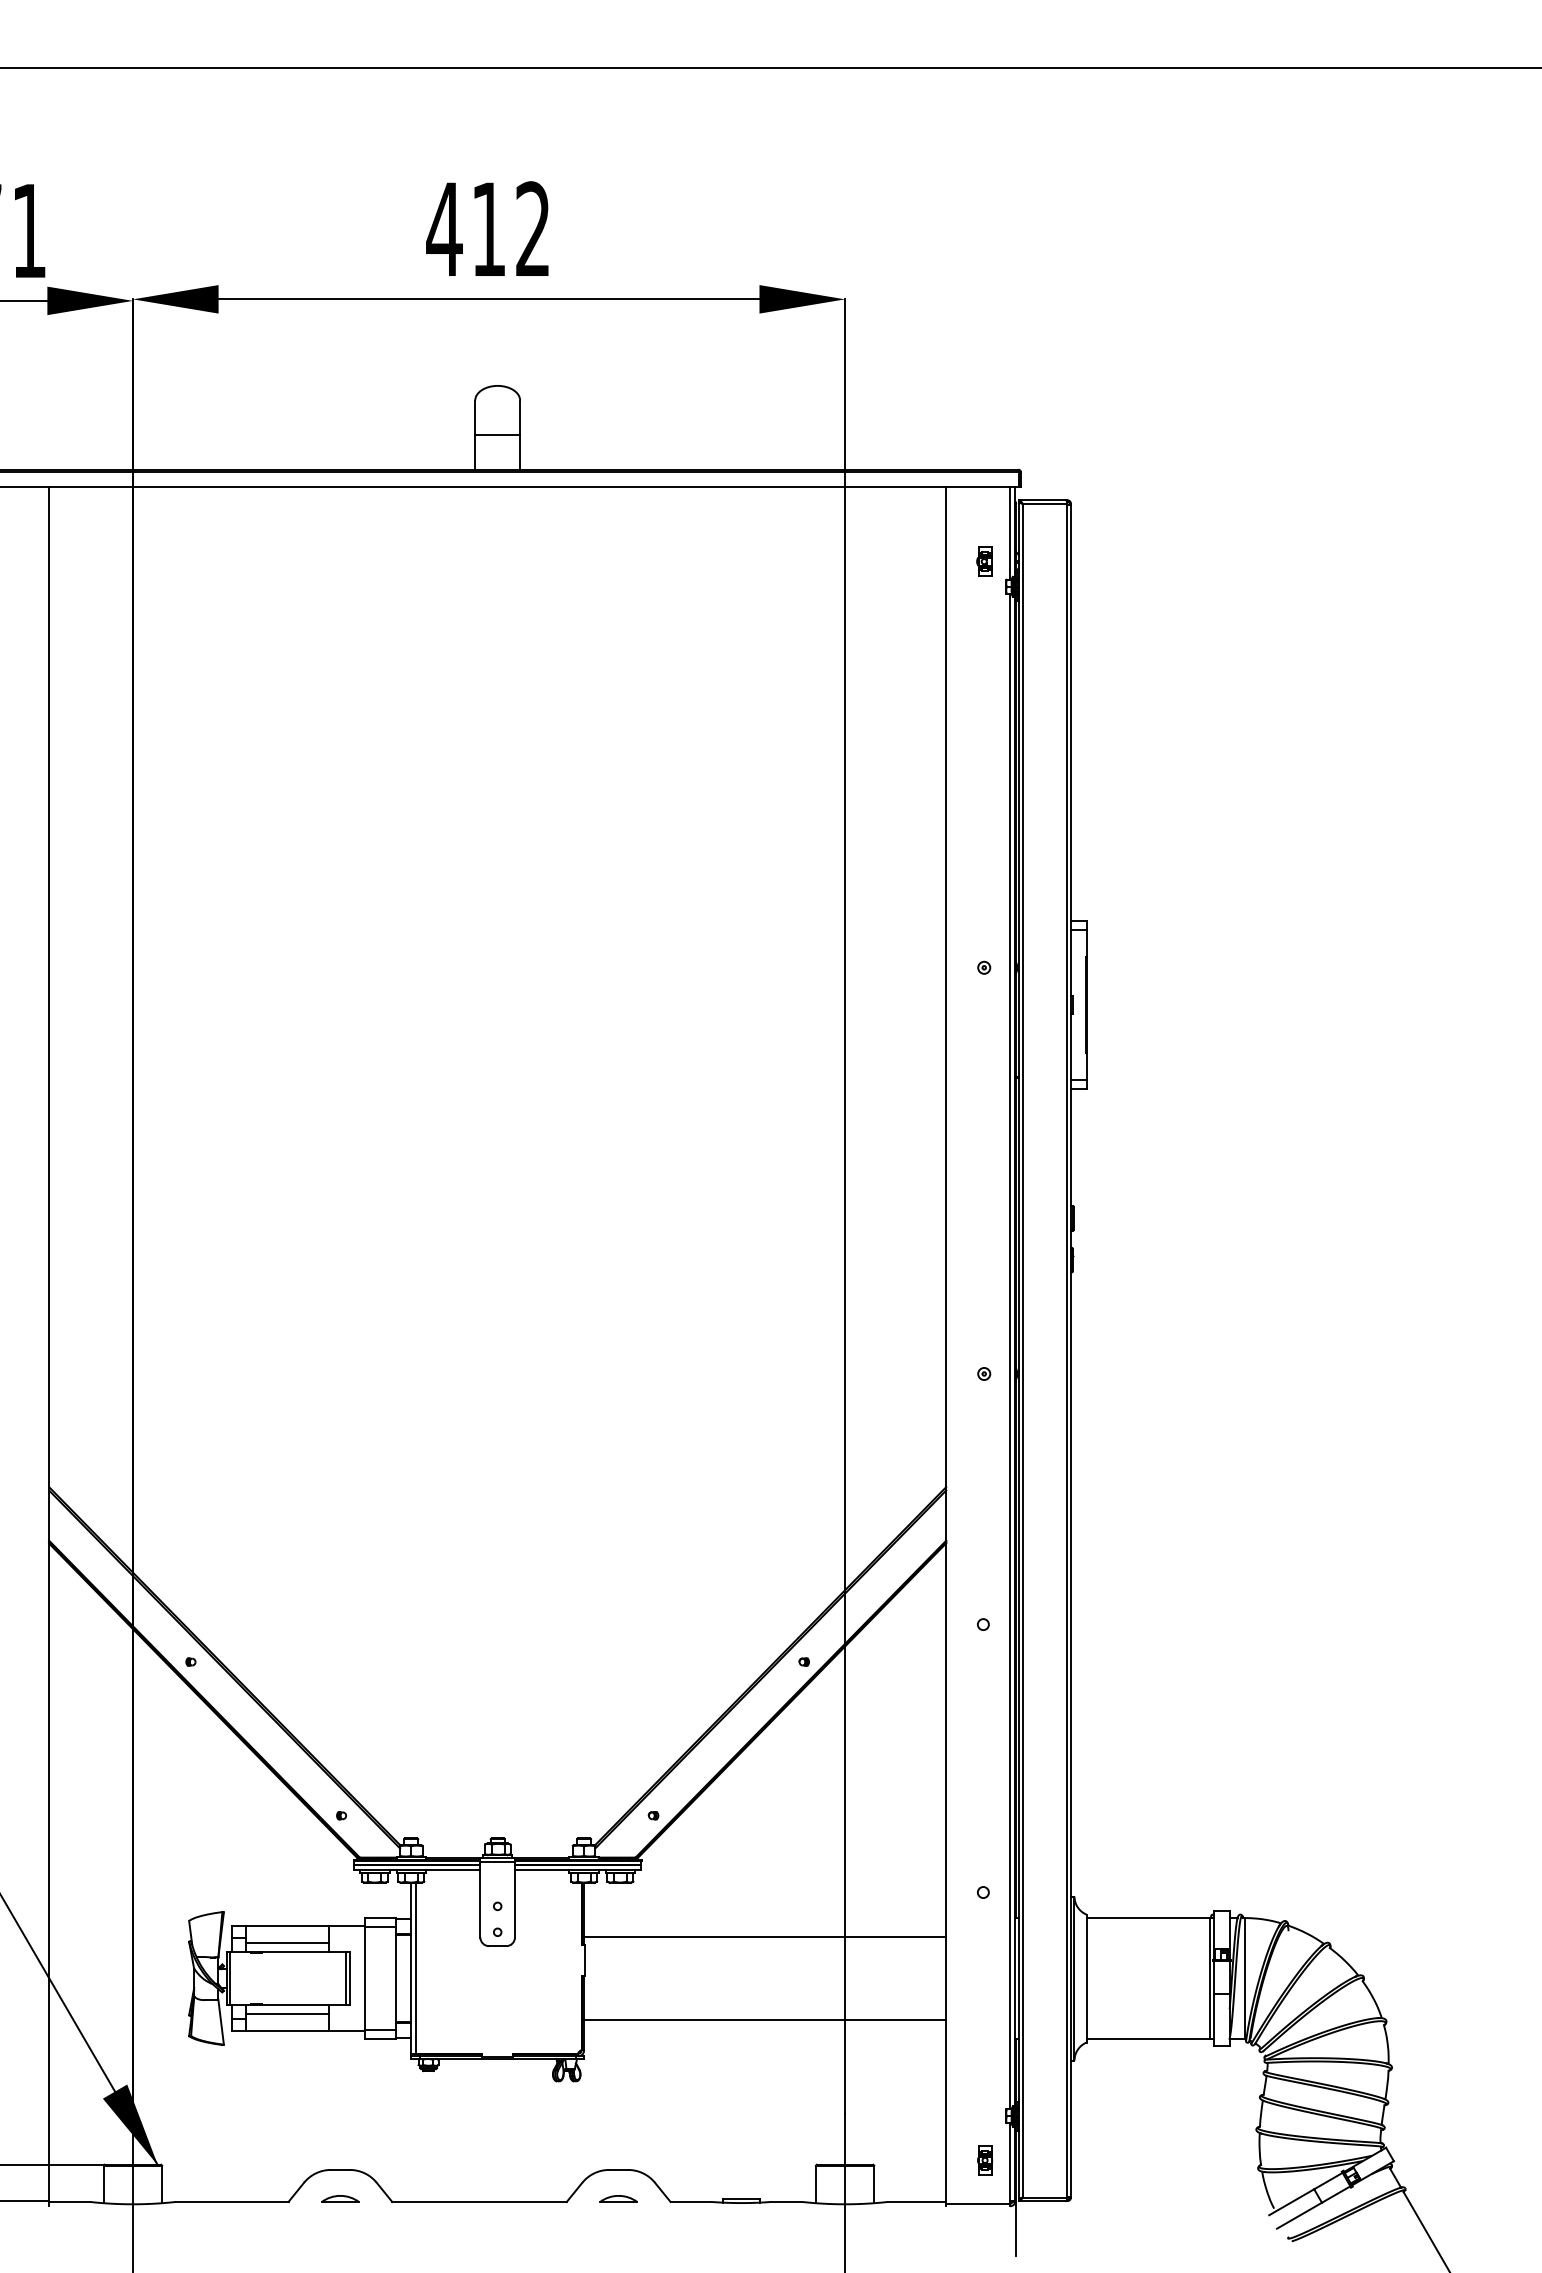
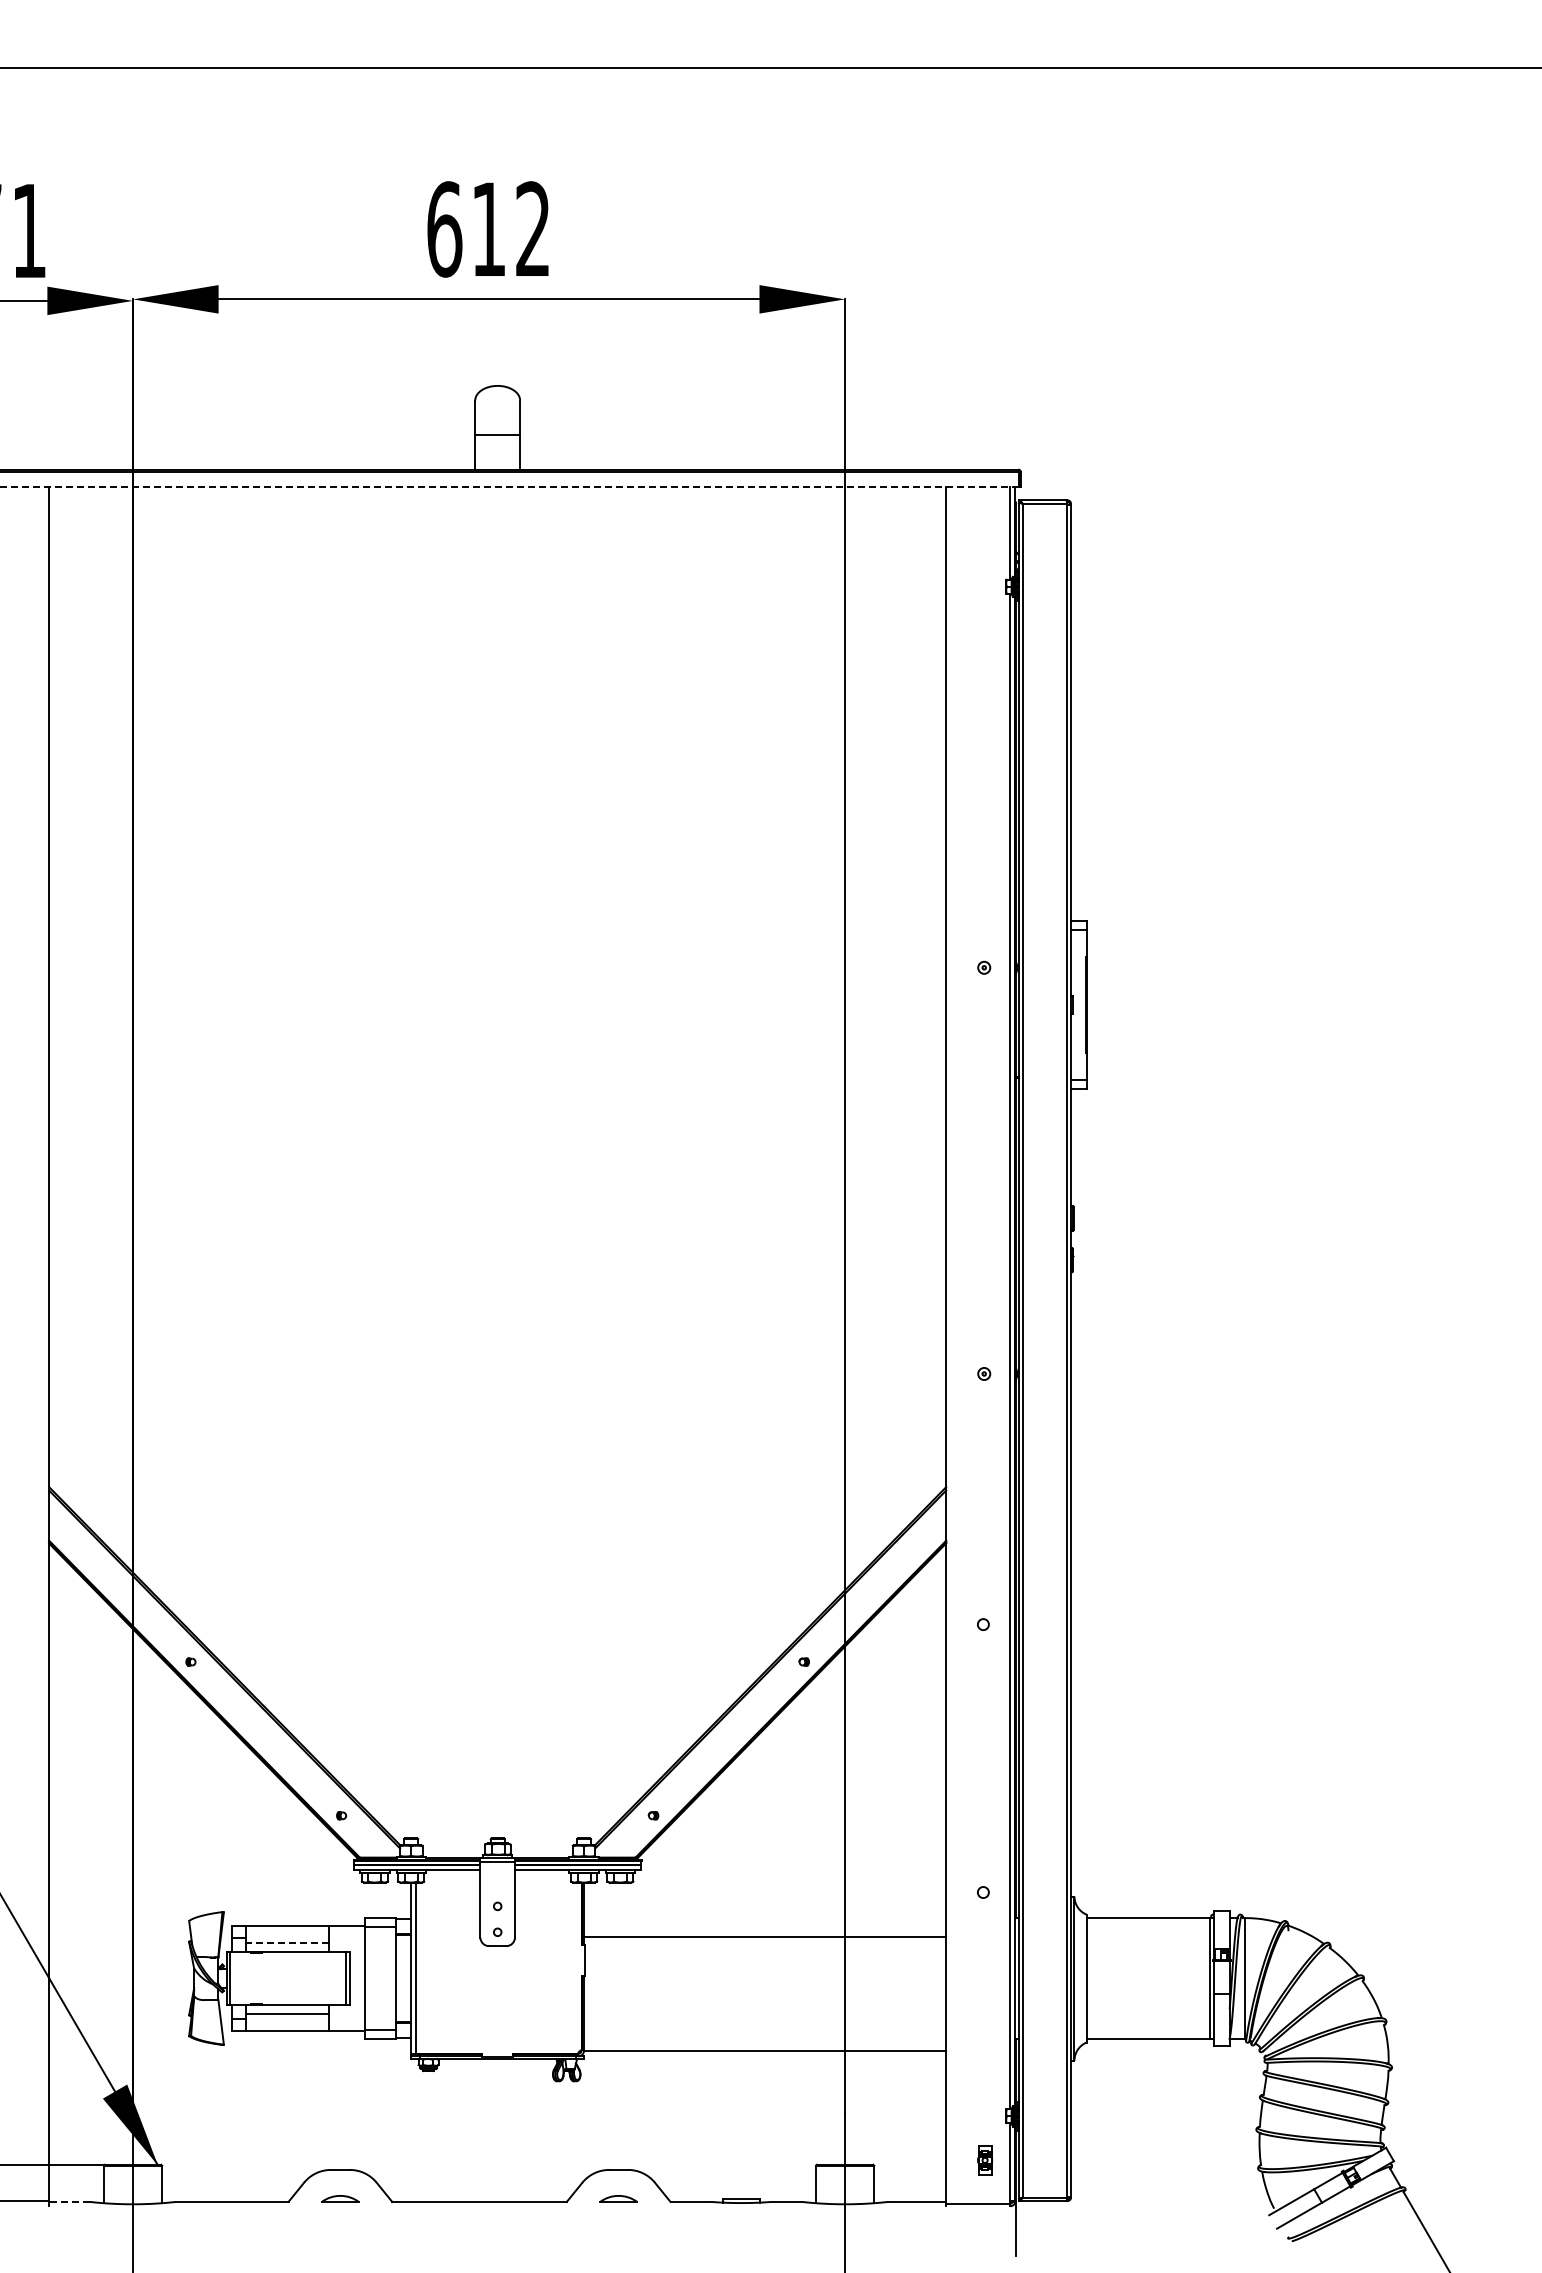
text at (444, 229): 412 -> 612
line at (509, 487): solid -> dashed
part at (984, 561): present -> none
line at (287, 1943): solid -> dashed
line at (765, 2020) position: (765, 2020) -> (765, 2051)
line at (69, 2201): solid -> dashed
